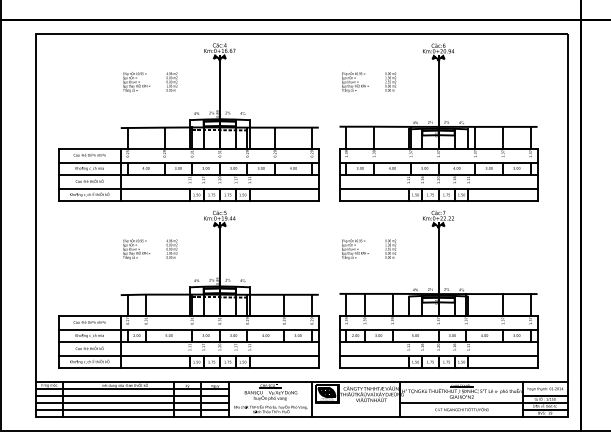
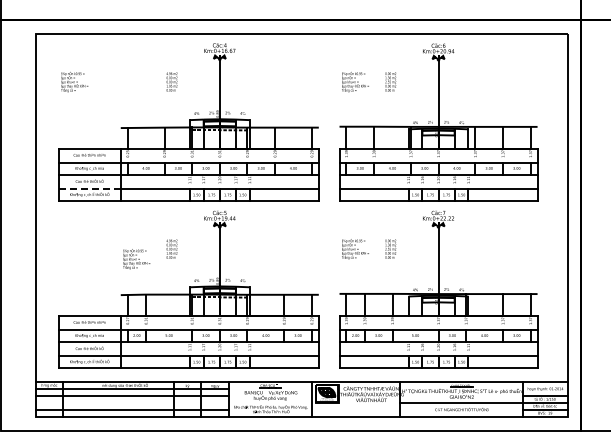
text at (136, 82) position: (136, 82) -> (74, 82)
line at (90, 188): solid -> dashed
text at (136, 249) position: (136, 249) -> (136, 259)
line at (132, 402): present -> none
